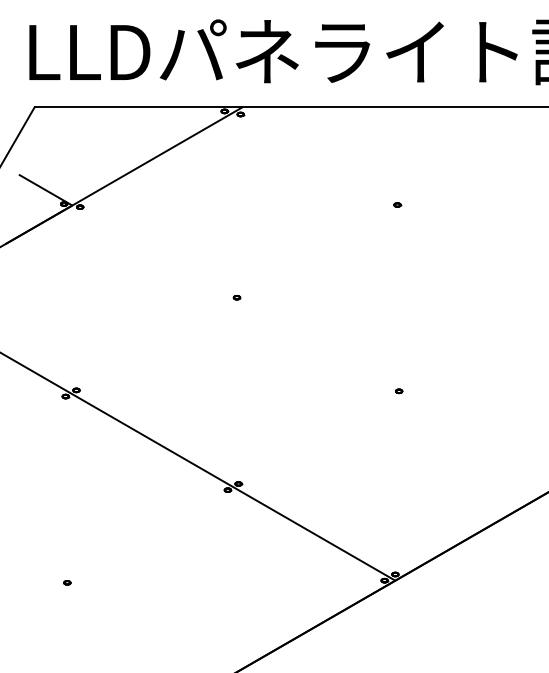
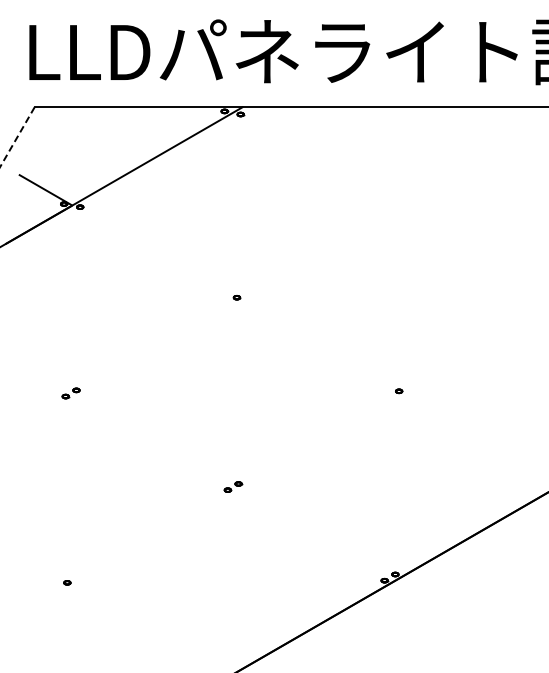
line at (17, 137): solid -> dashed
part at (397, 204): present -> none
line at (198, 466): present -> none
